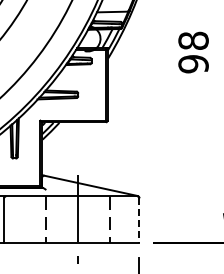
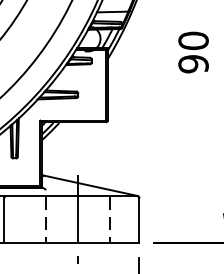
text at (193, 40): 98 -> 90
line at (139, 220): dashed -> solid
